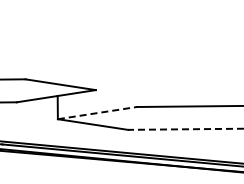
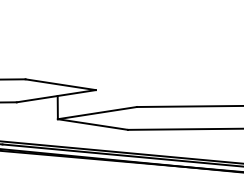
line at (97, 113): dashed -> solid
line at (185, 129): dashed -> solid
